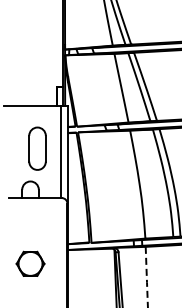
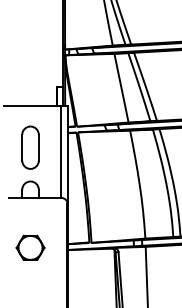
part at (37, 148) position: (37, 148) -> (30, 147)
part at (30, 263) position: (30, 263) -> (30, 247)
line at (146, 277): dashed -> solid
